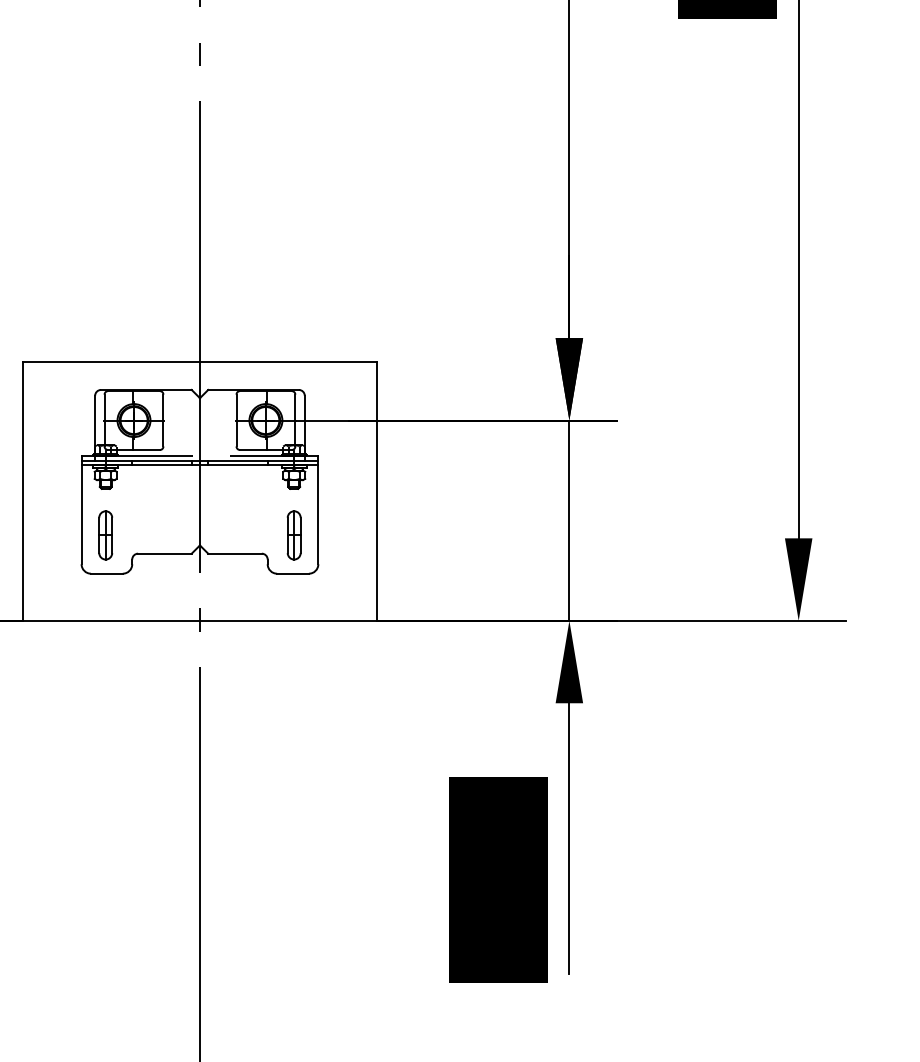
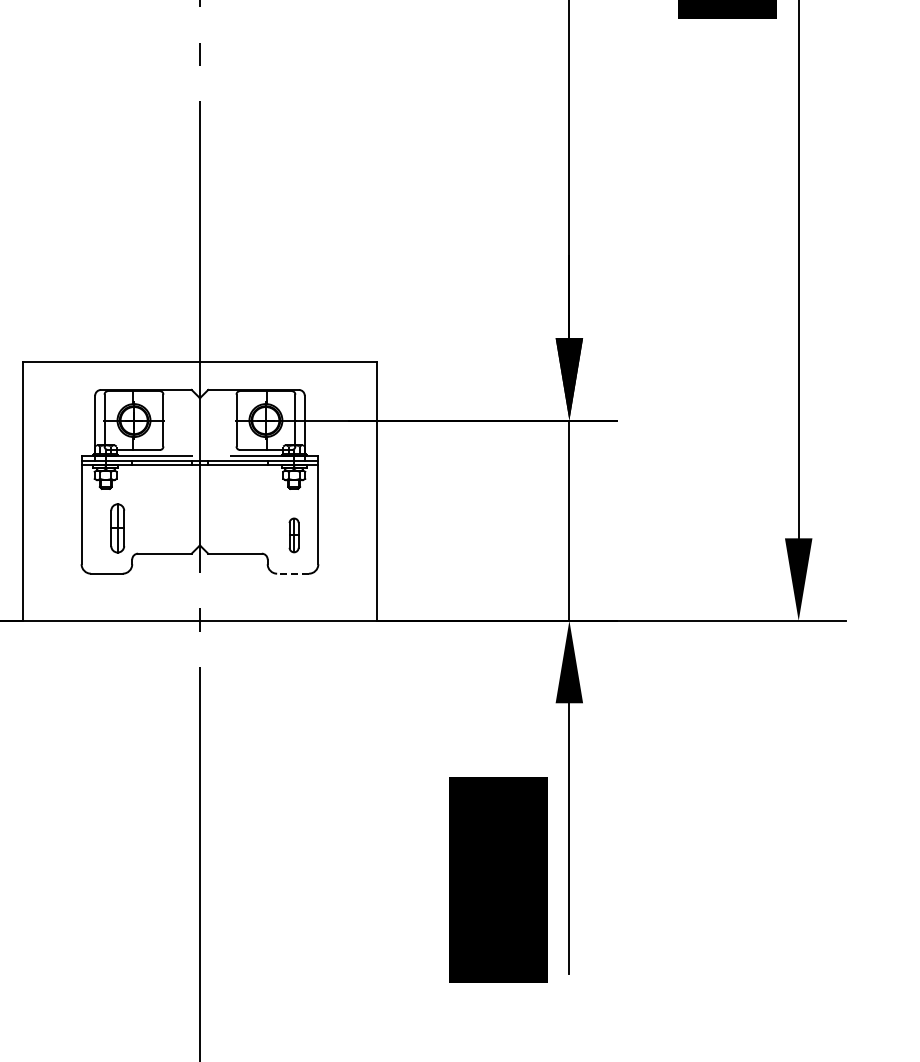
part at (105, 535) position: (105, 535) -> (117, 528)
part at (293, 535) size: 16x51 px -> 12x37 px
line at (292, 573): solid -> dashed
